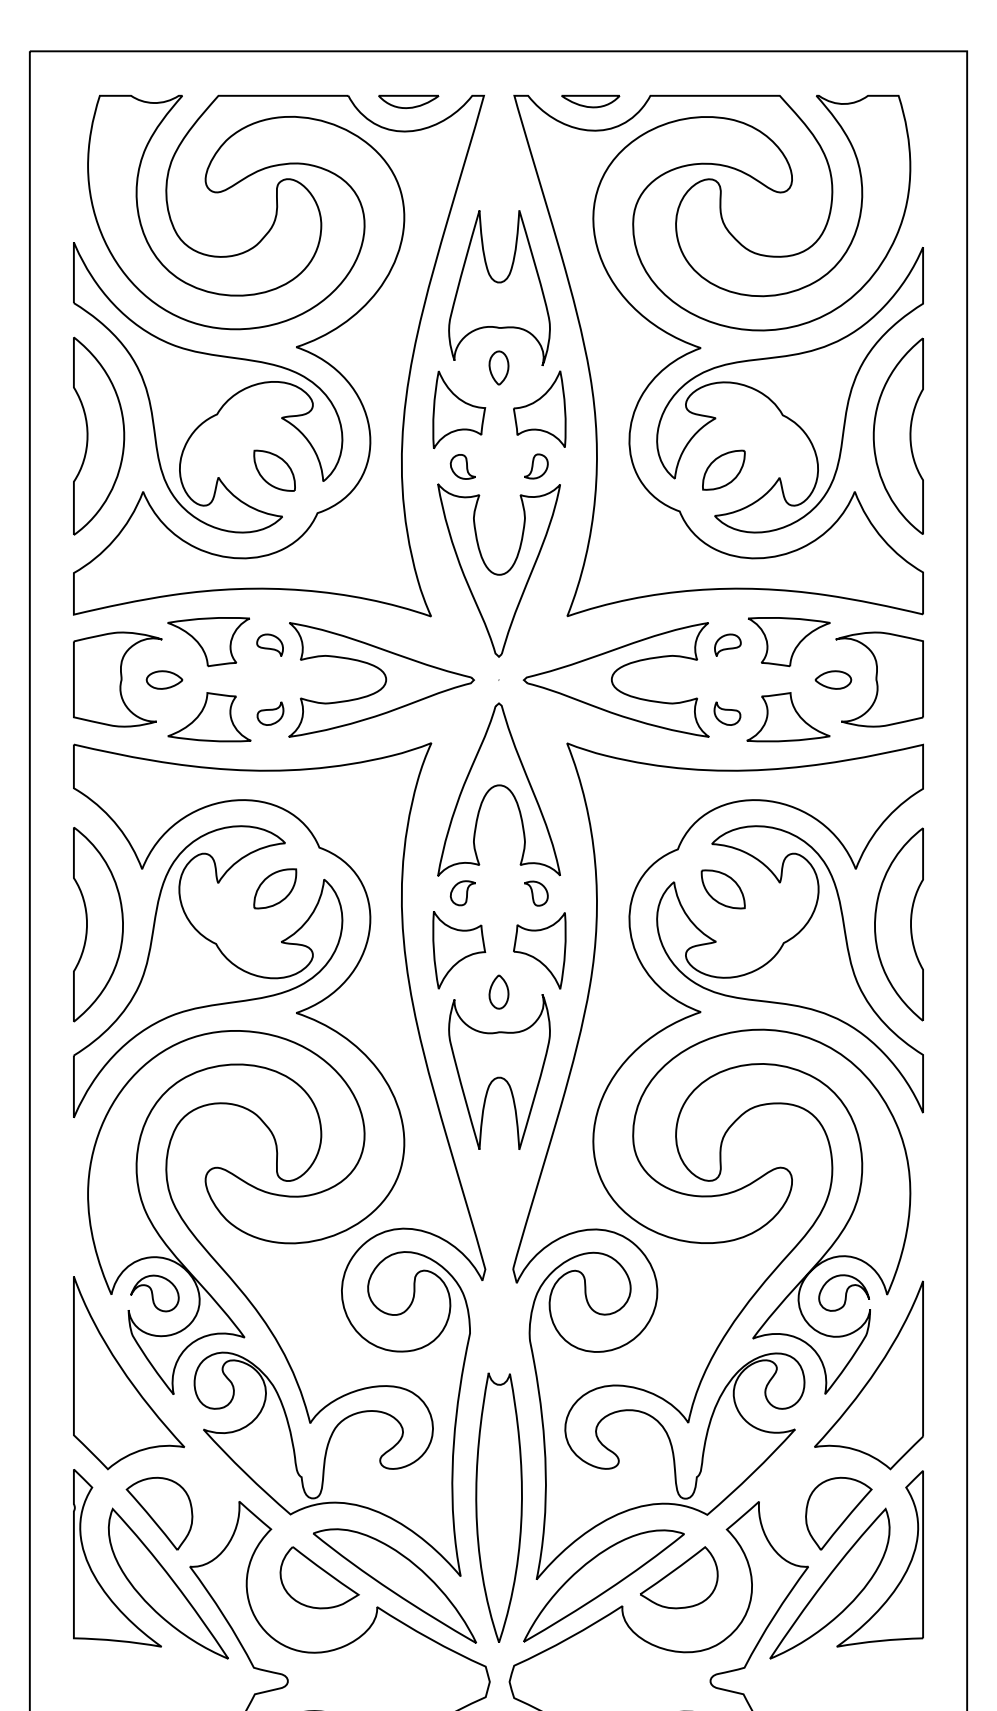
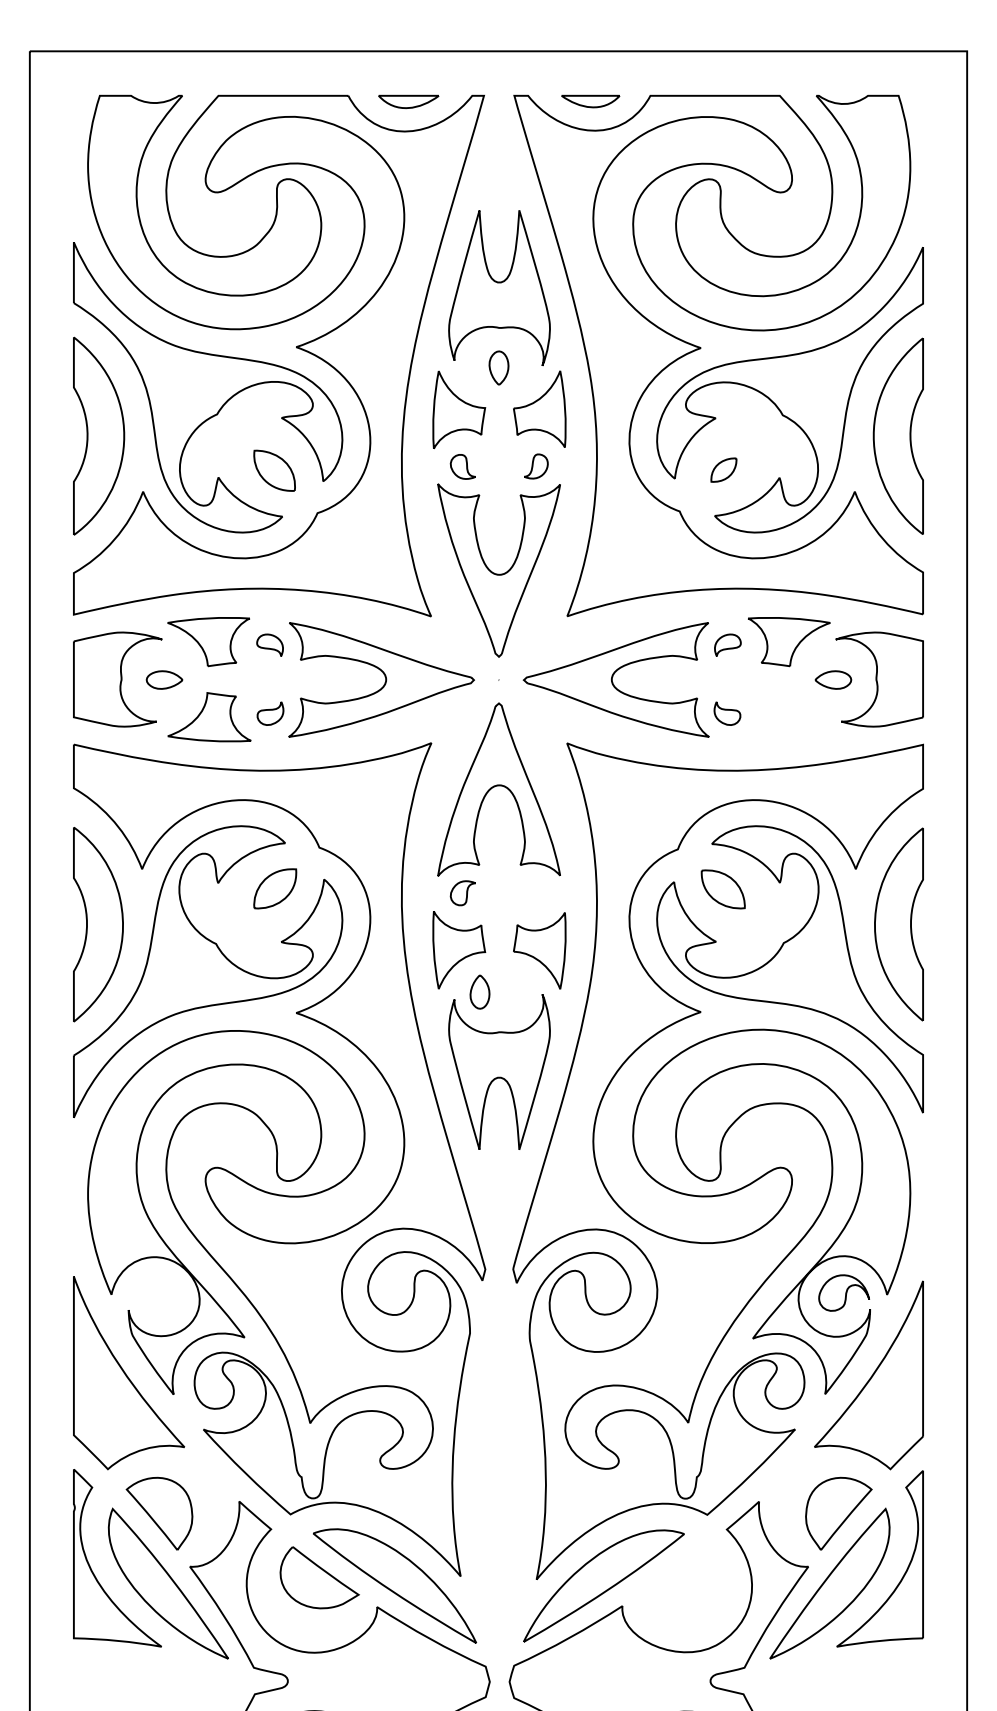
part at (723, 469) size: 44x42 px -> 28x26 px
part at (788, 717): present -> none
part at (536, 893): present -> none
part at (498, 991) position: (498, 991) -> (479, 991)
part at (154, 1293): present -> none
part at (498, 1507): present -> none
part at (679, 1577): present -> none
